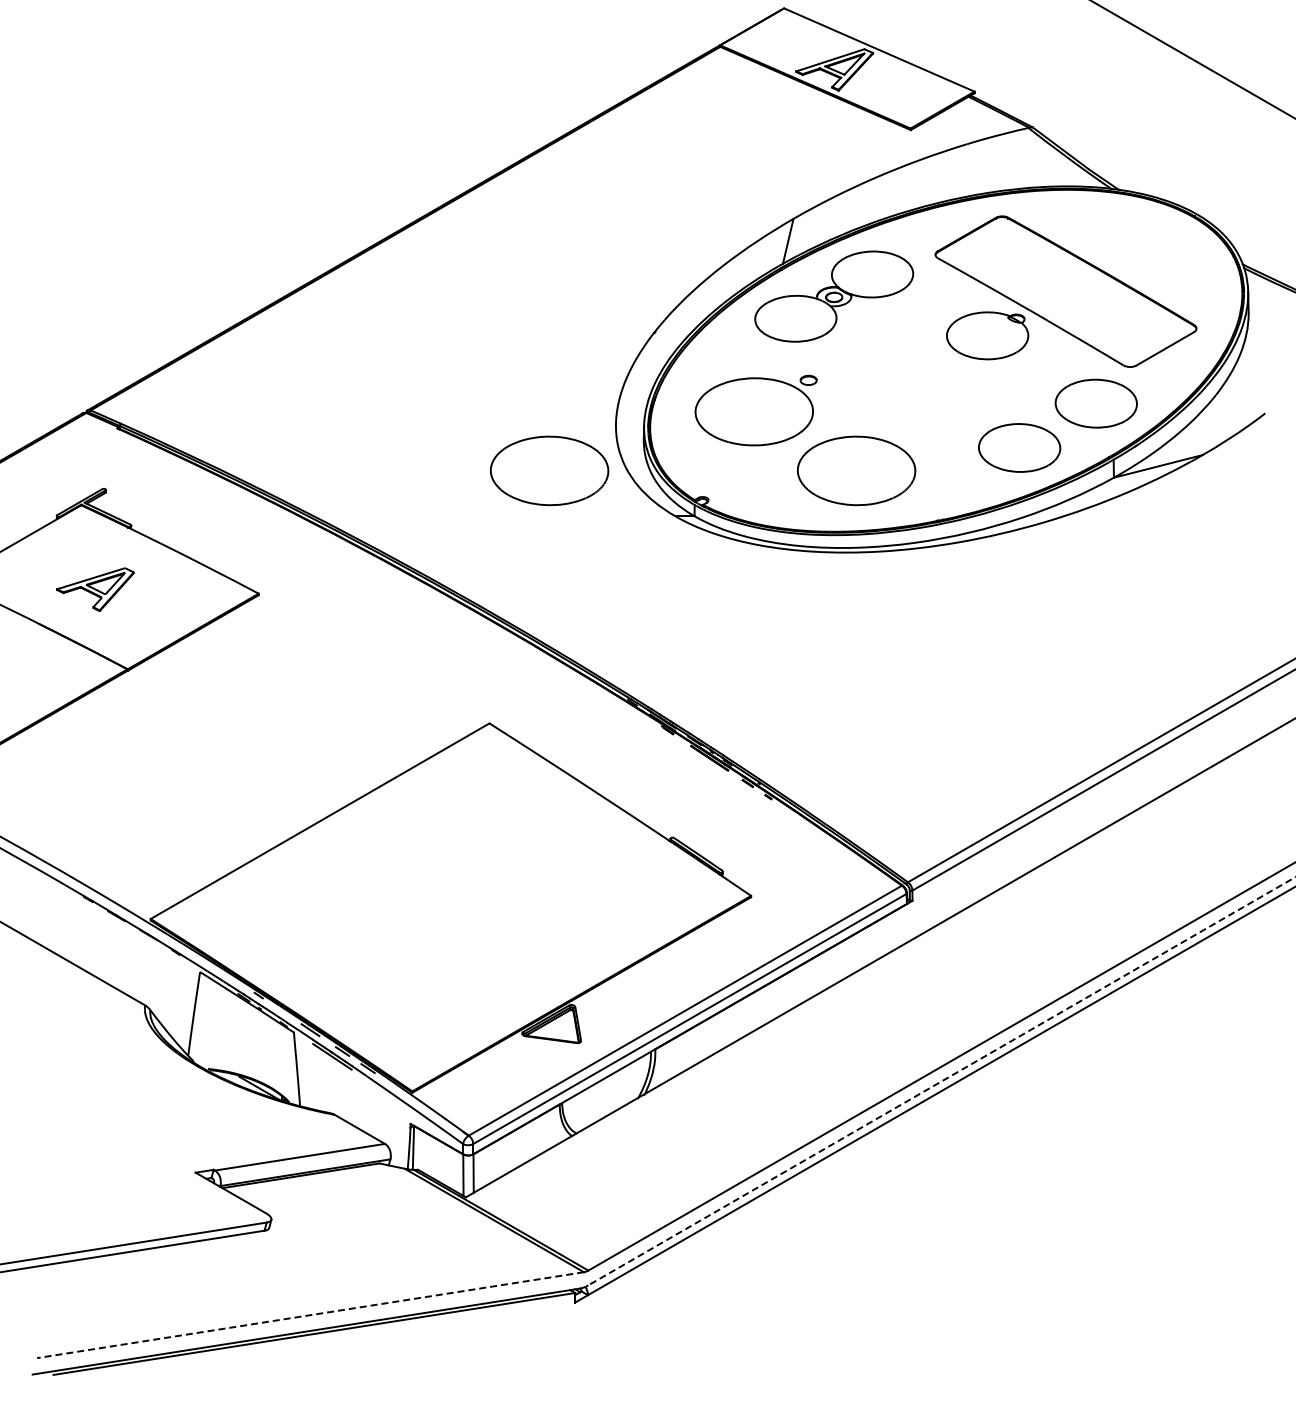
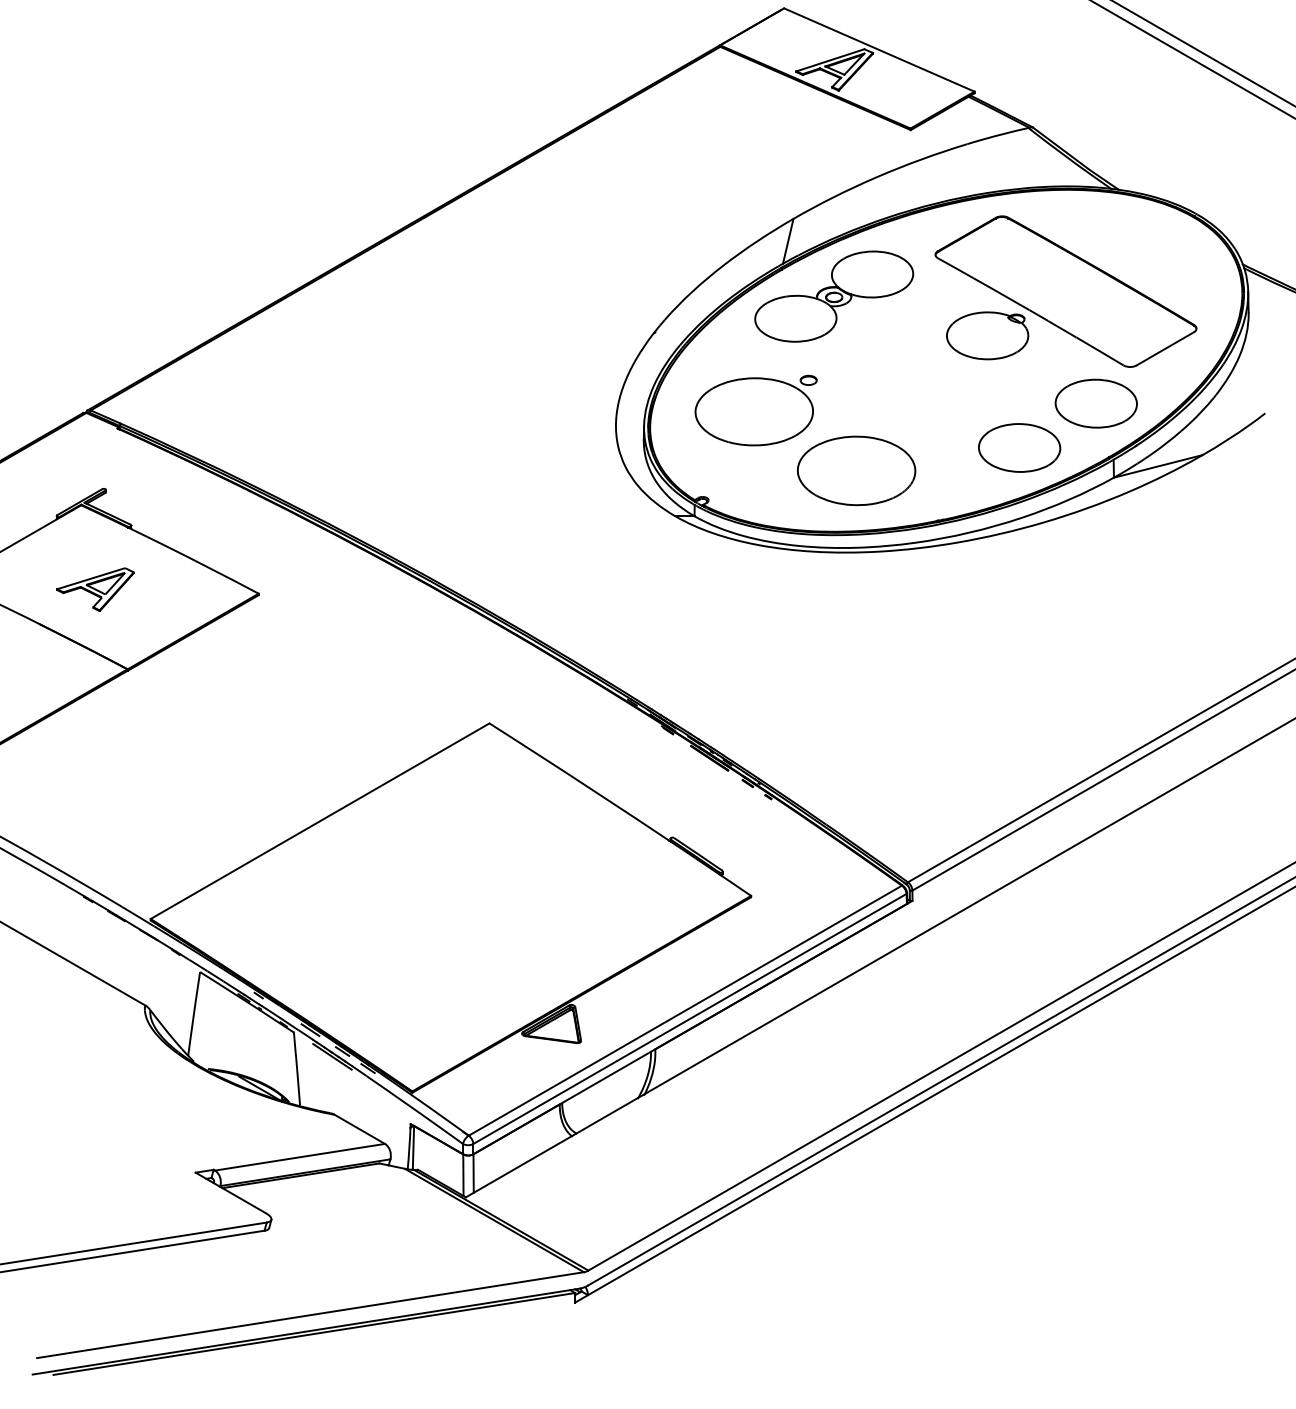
line at (1203, 53): none -> present
part at (549, 470): present -> none
line at (941, 1081): dashed -> solid
line at (310, 1315): dashed -> solid
